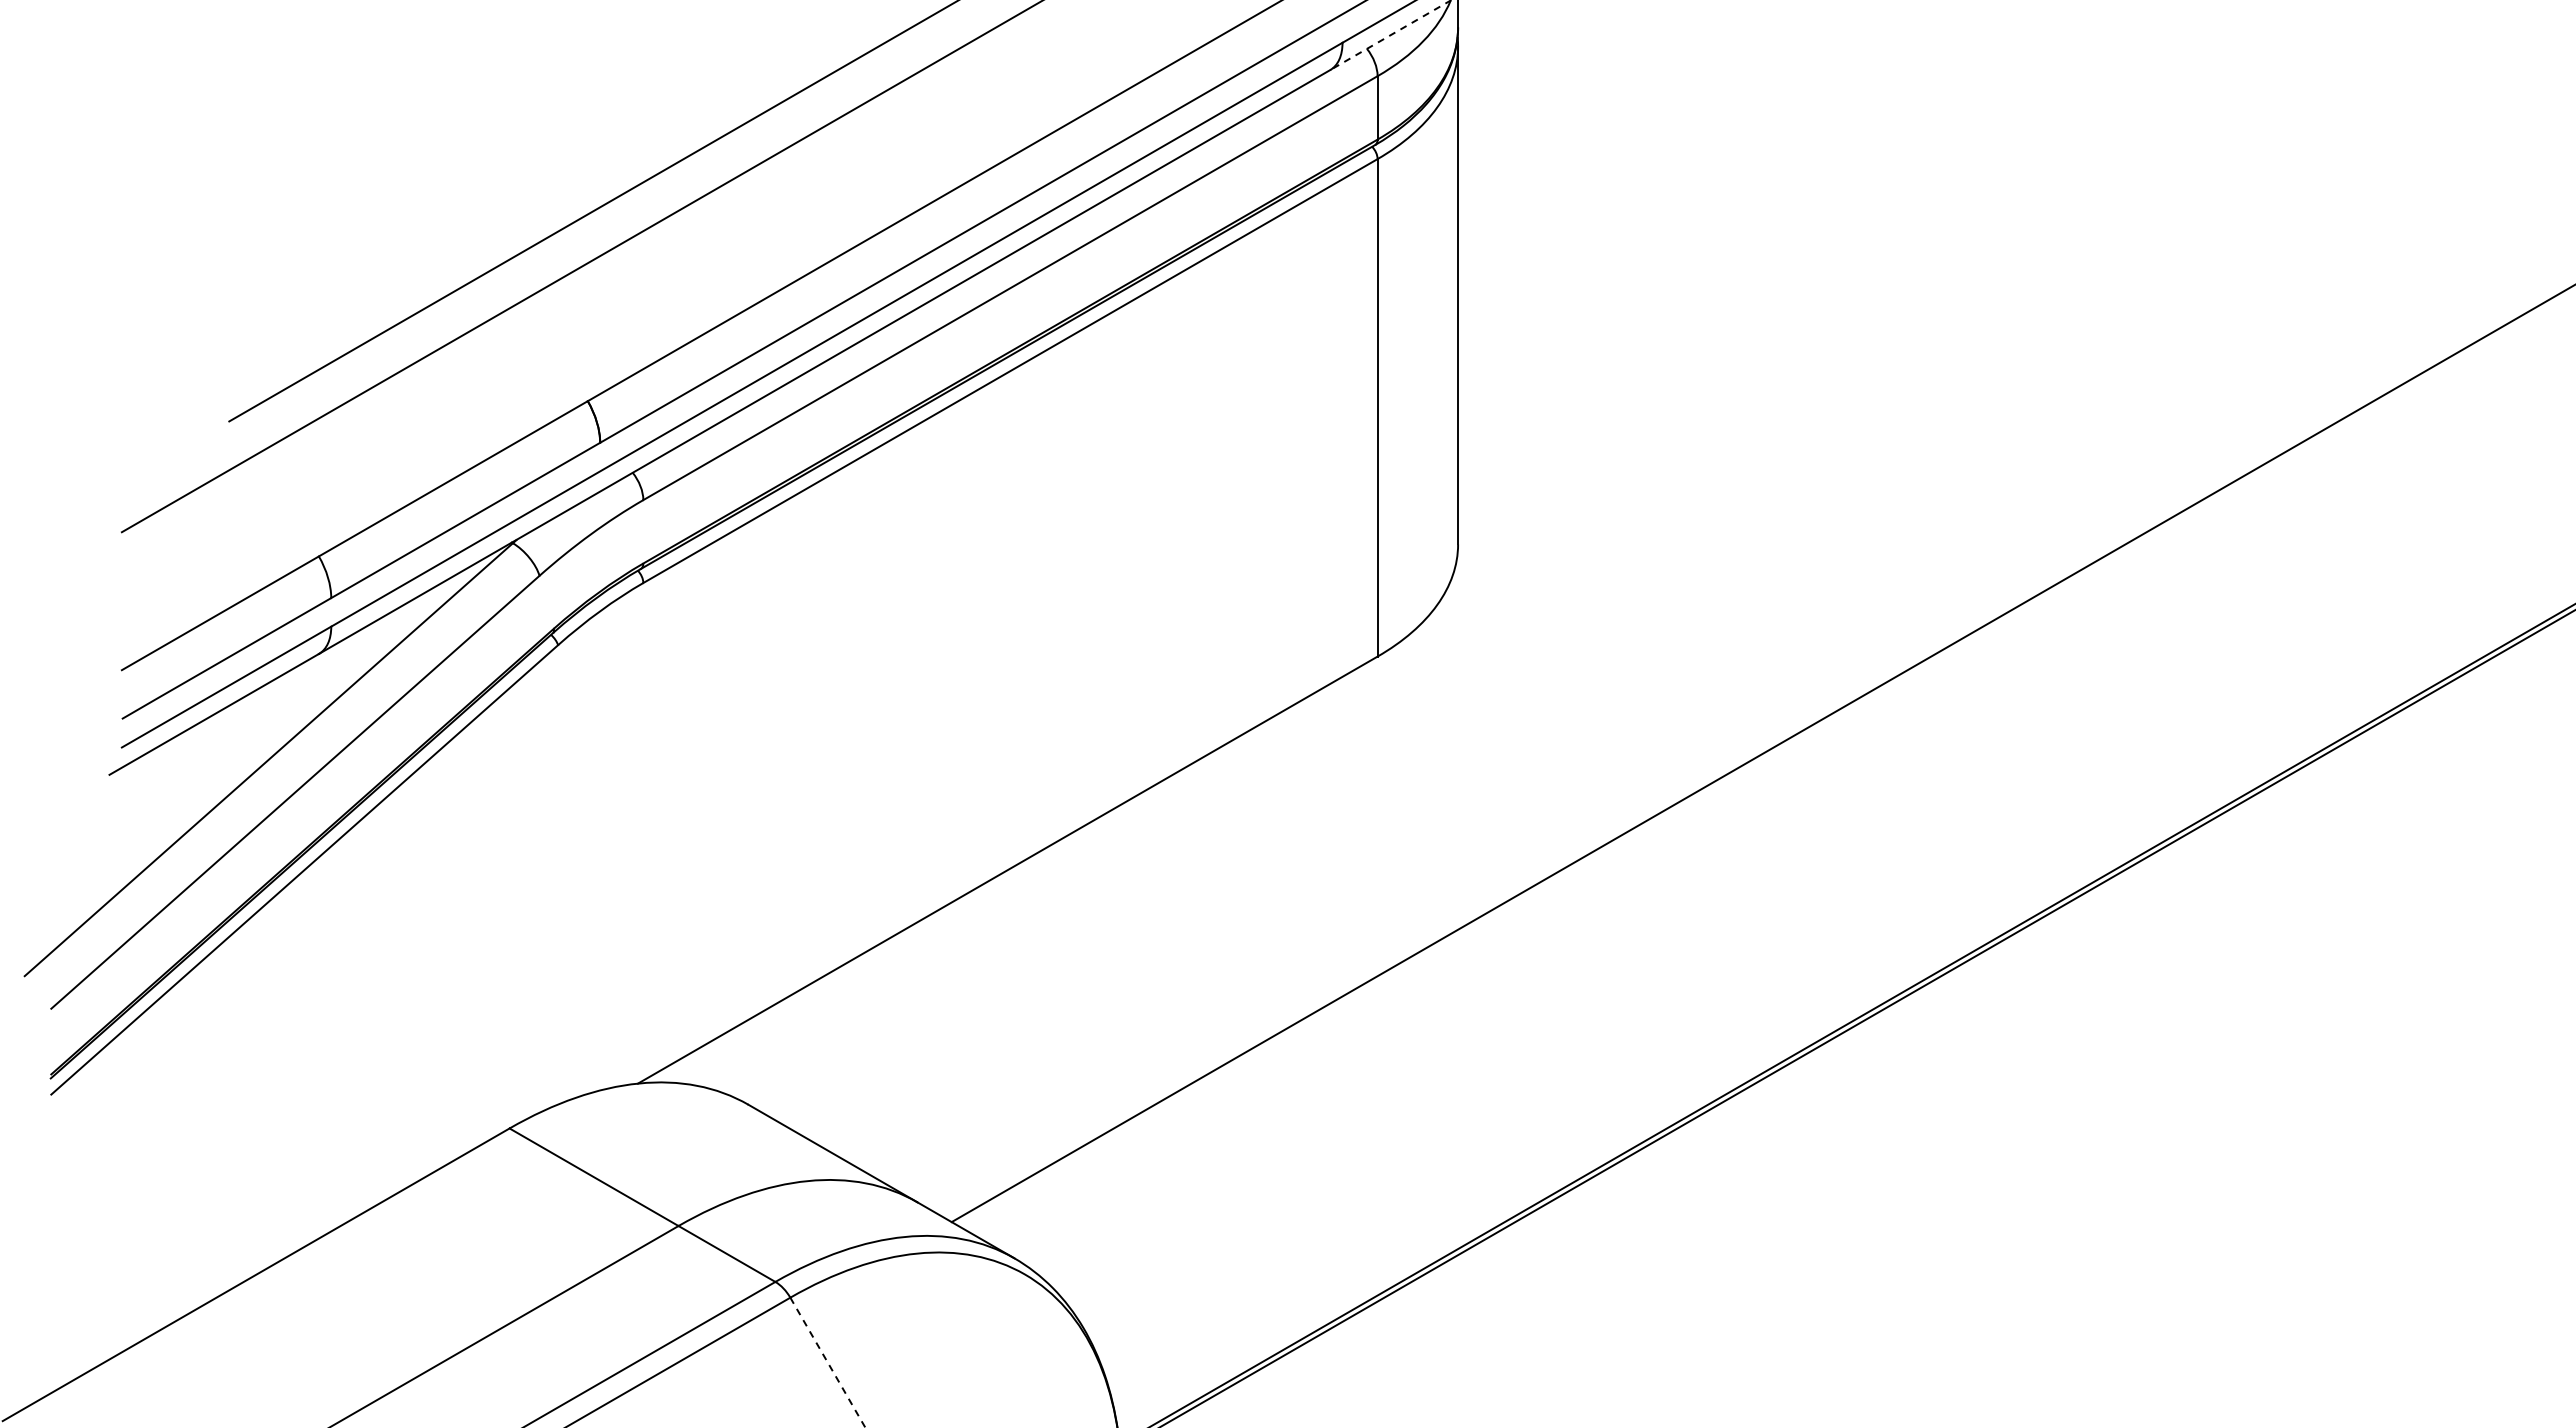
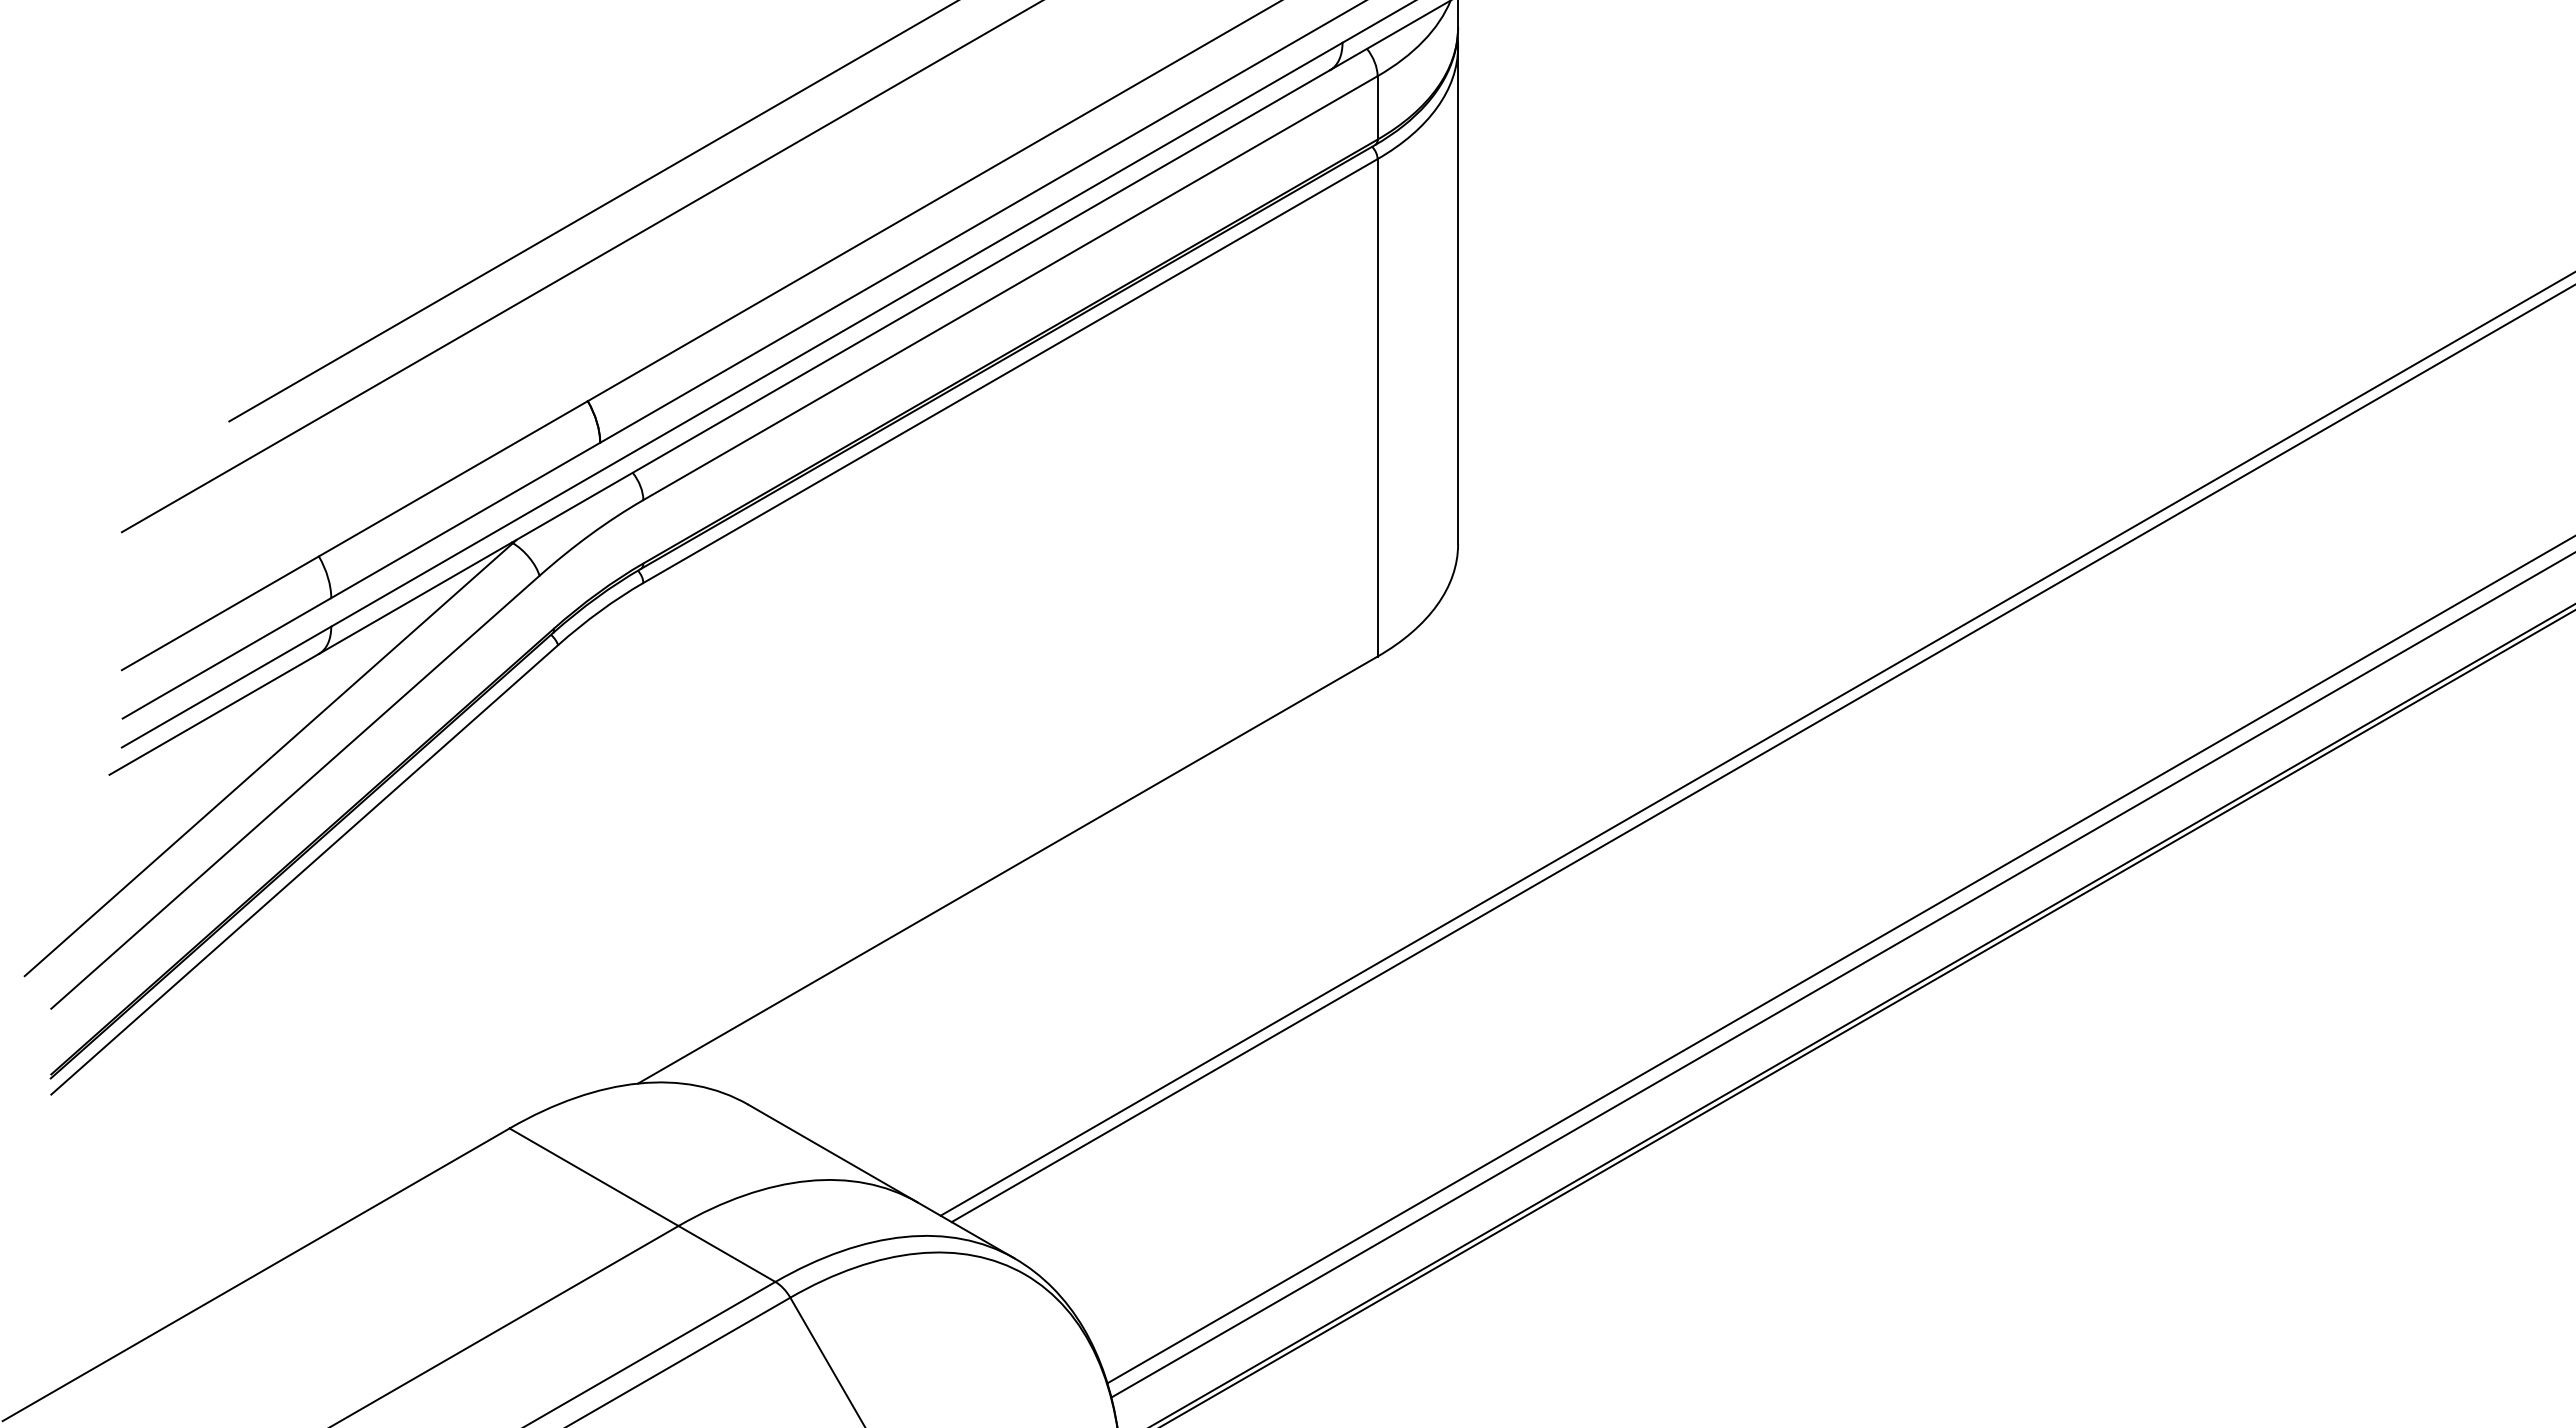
line at (1390, 35): dashed -> solid
line at (1756, 744): none -> present
line at (1839, 960): none -> present
line at (1841, 975): none -> present
line at (827, 1362): dashed -> solid
